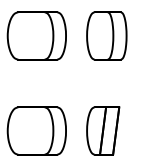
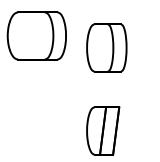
part at (106, 35) position: (106, 35) -> (106, 47)
part at (36, 130): present -> none
